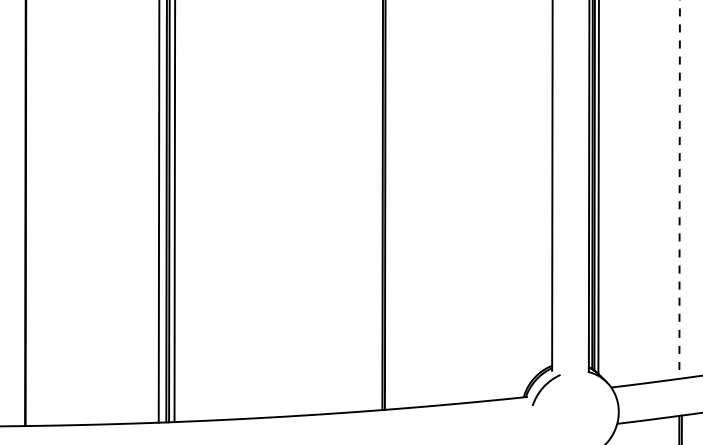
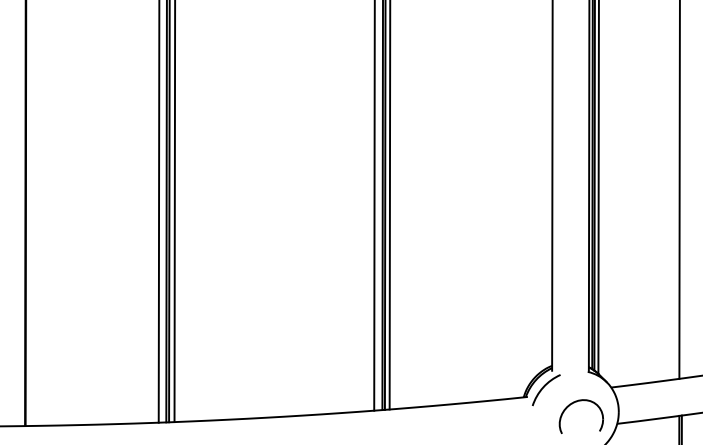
line at (679, 189): dashed -> solid
line at (389, 205): none -> present
line at (374, 206): none -> present
part at (574, 403): none -> present
